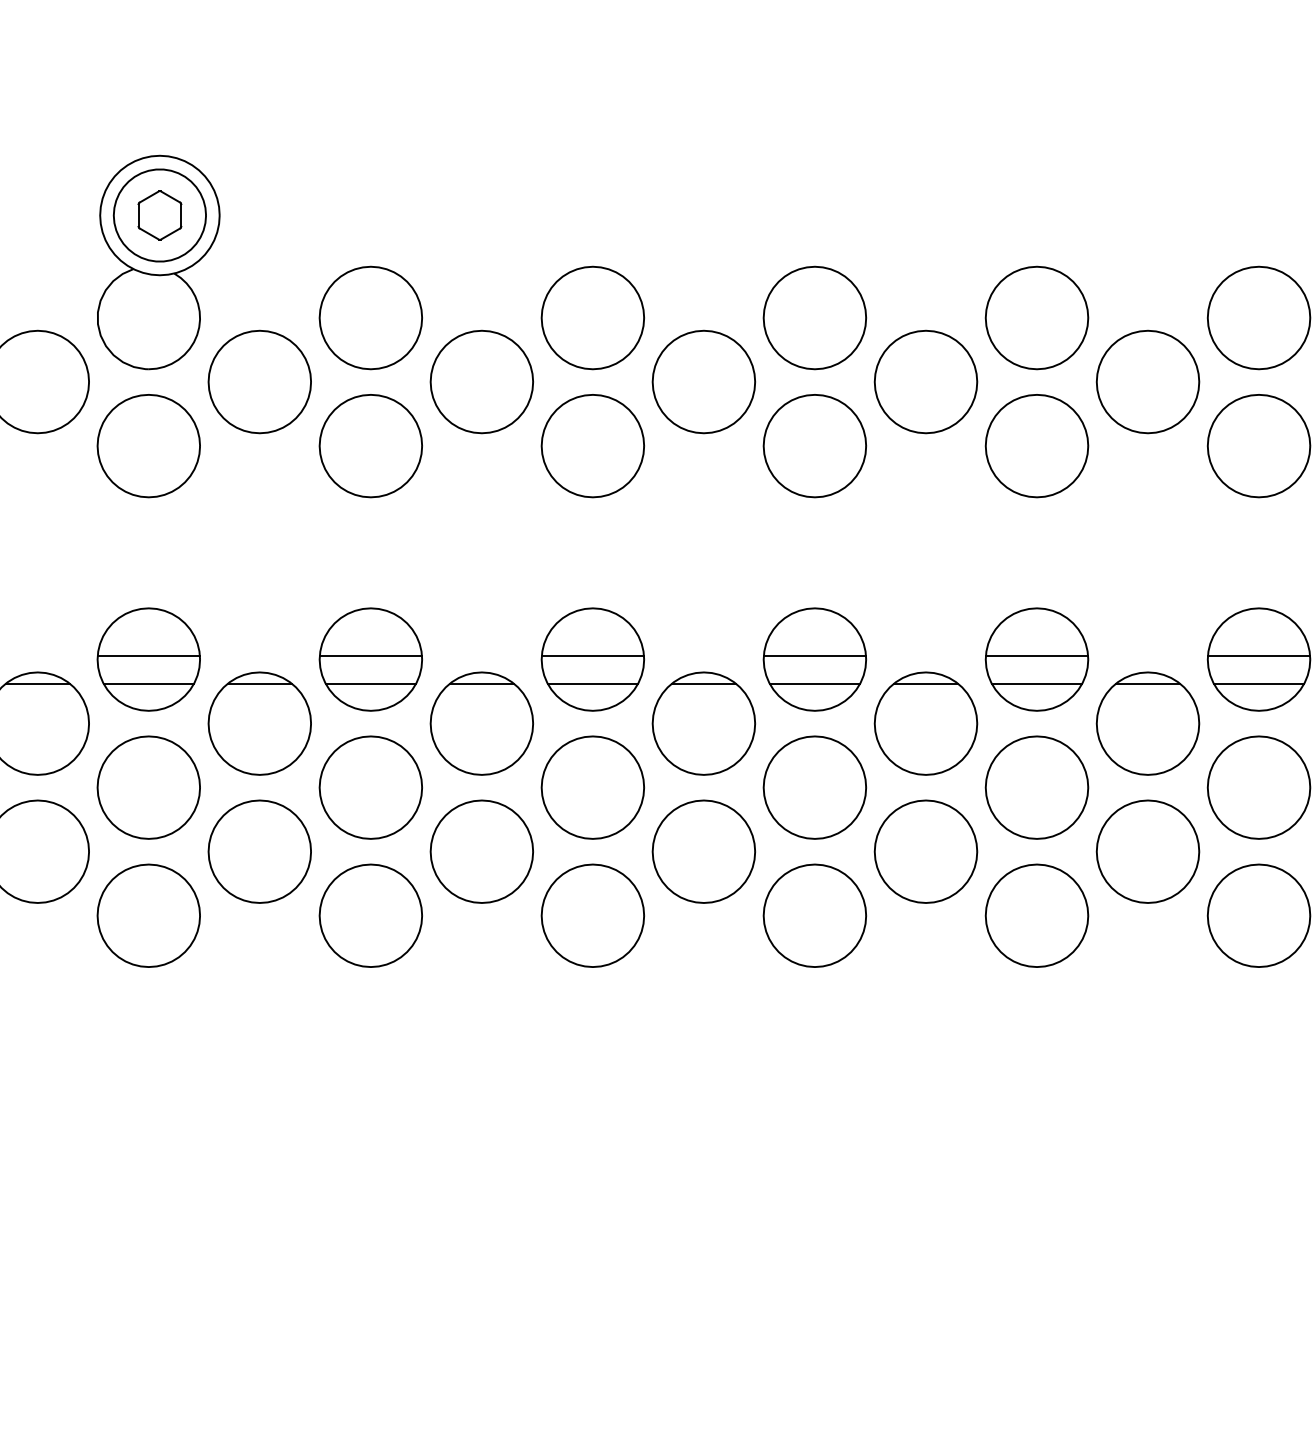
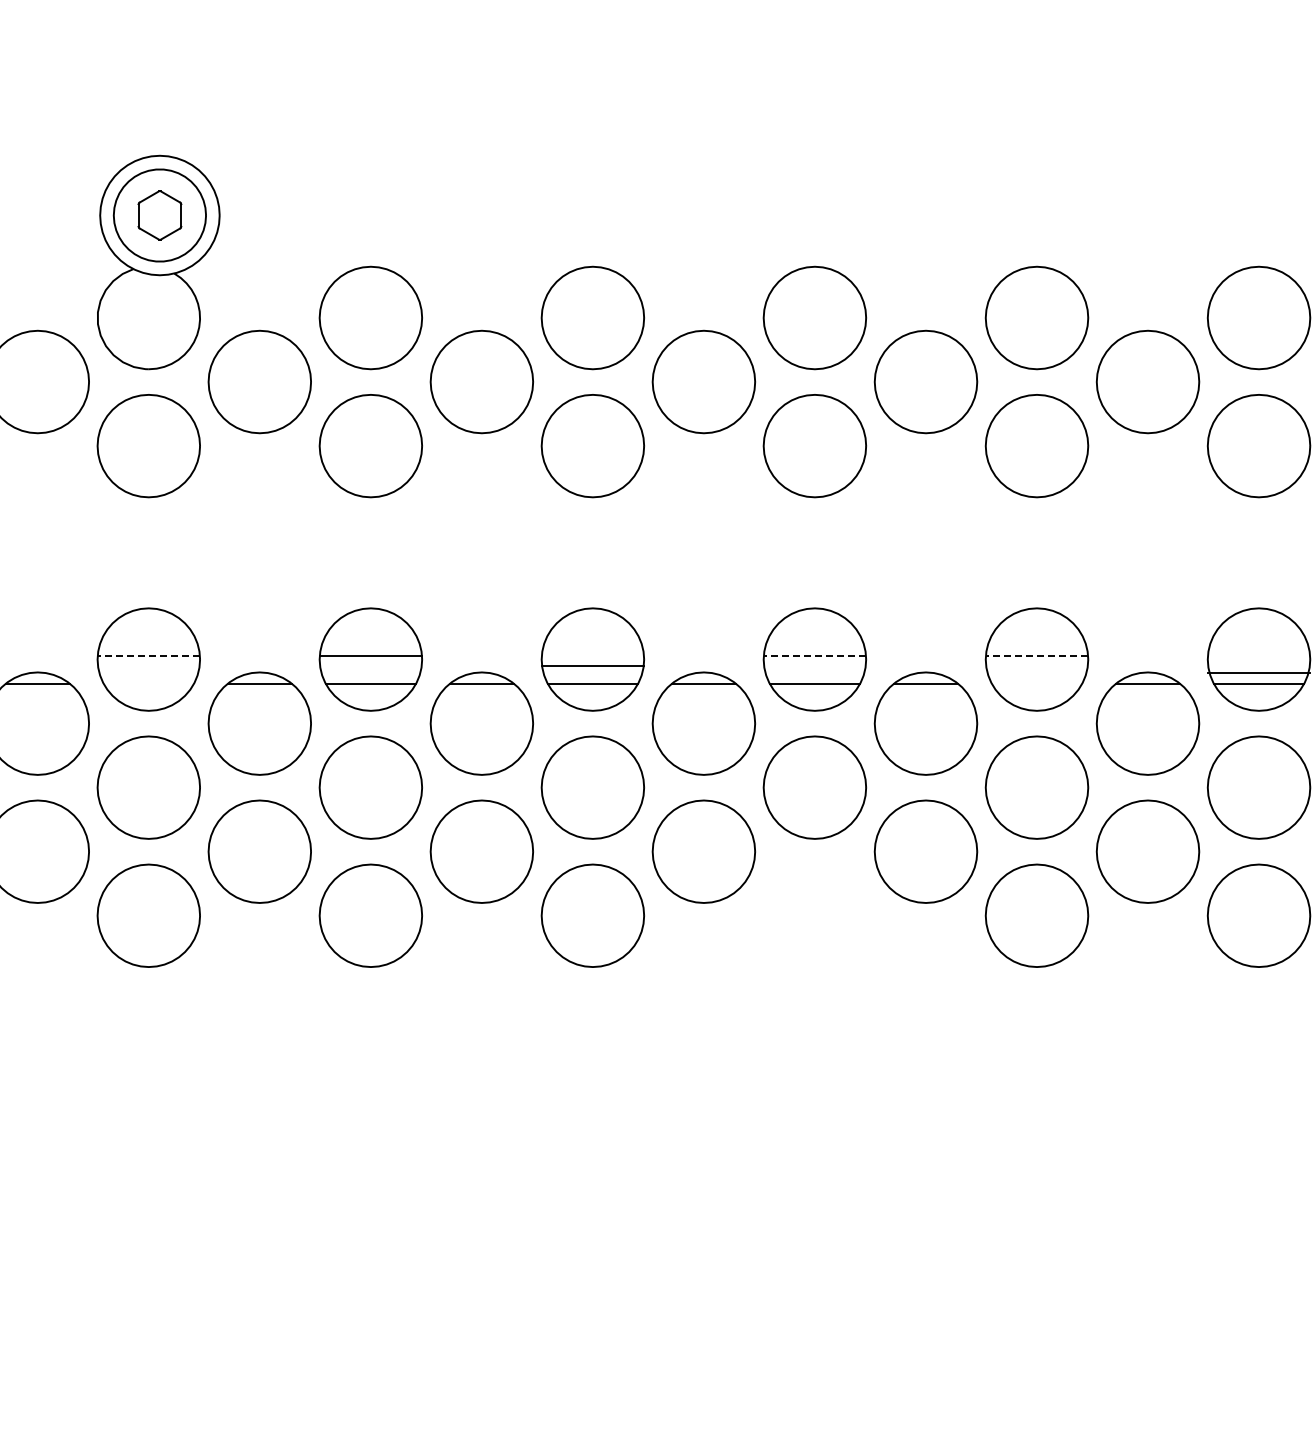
line at (148, 656): solid -> dashed
line at (592, 656) position: (592, 656) -> (592, 666)
line at (814, 656): solid -> dashed
line at (1036, 656): solid -> dashed
line at (1258, 656) position: (1258, 656) -> (1258, 673)
line at (148, 683): present -> none
line at (1036, 683): present -> none
part at (814, 915): present -> none
